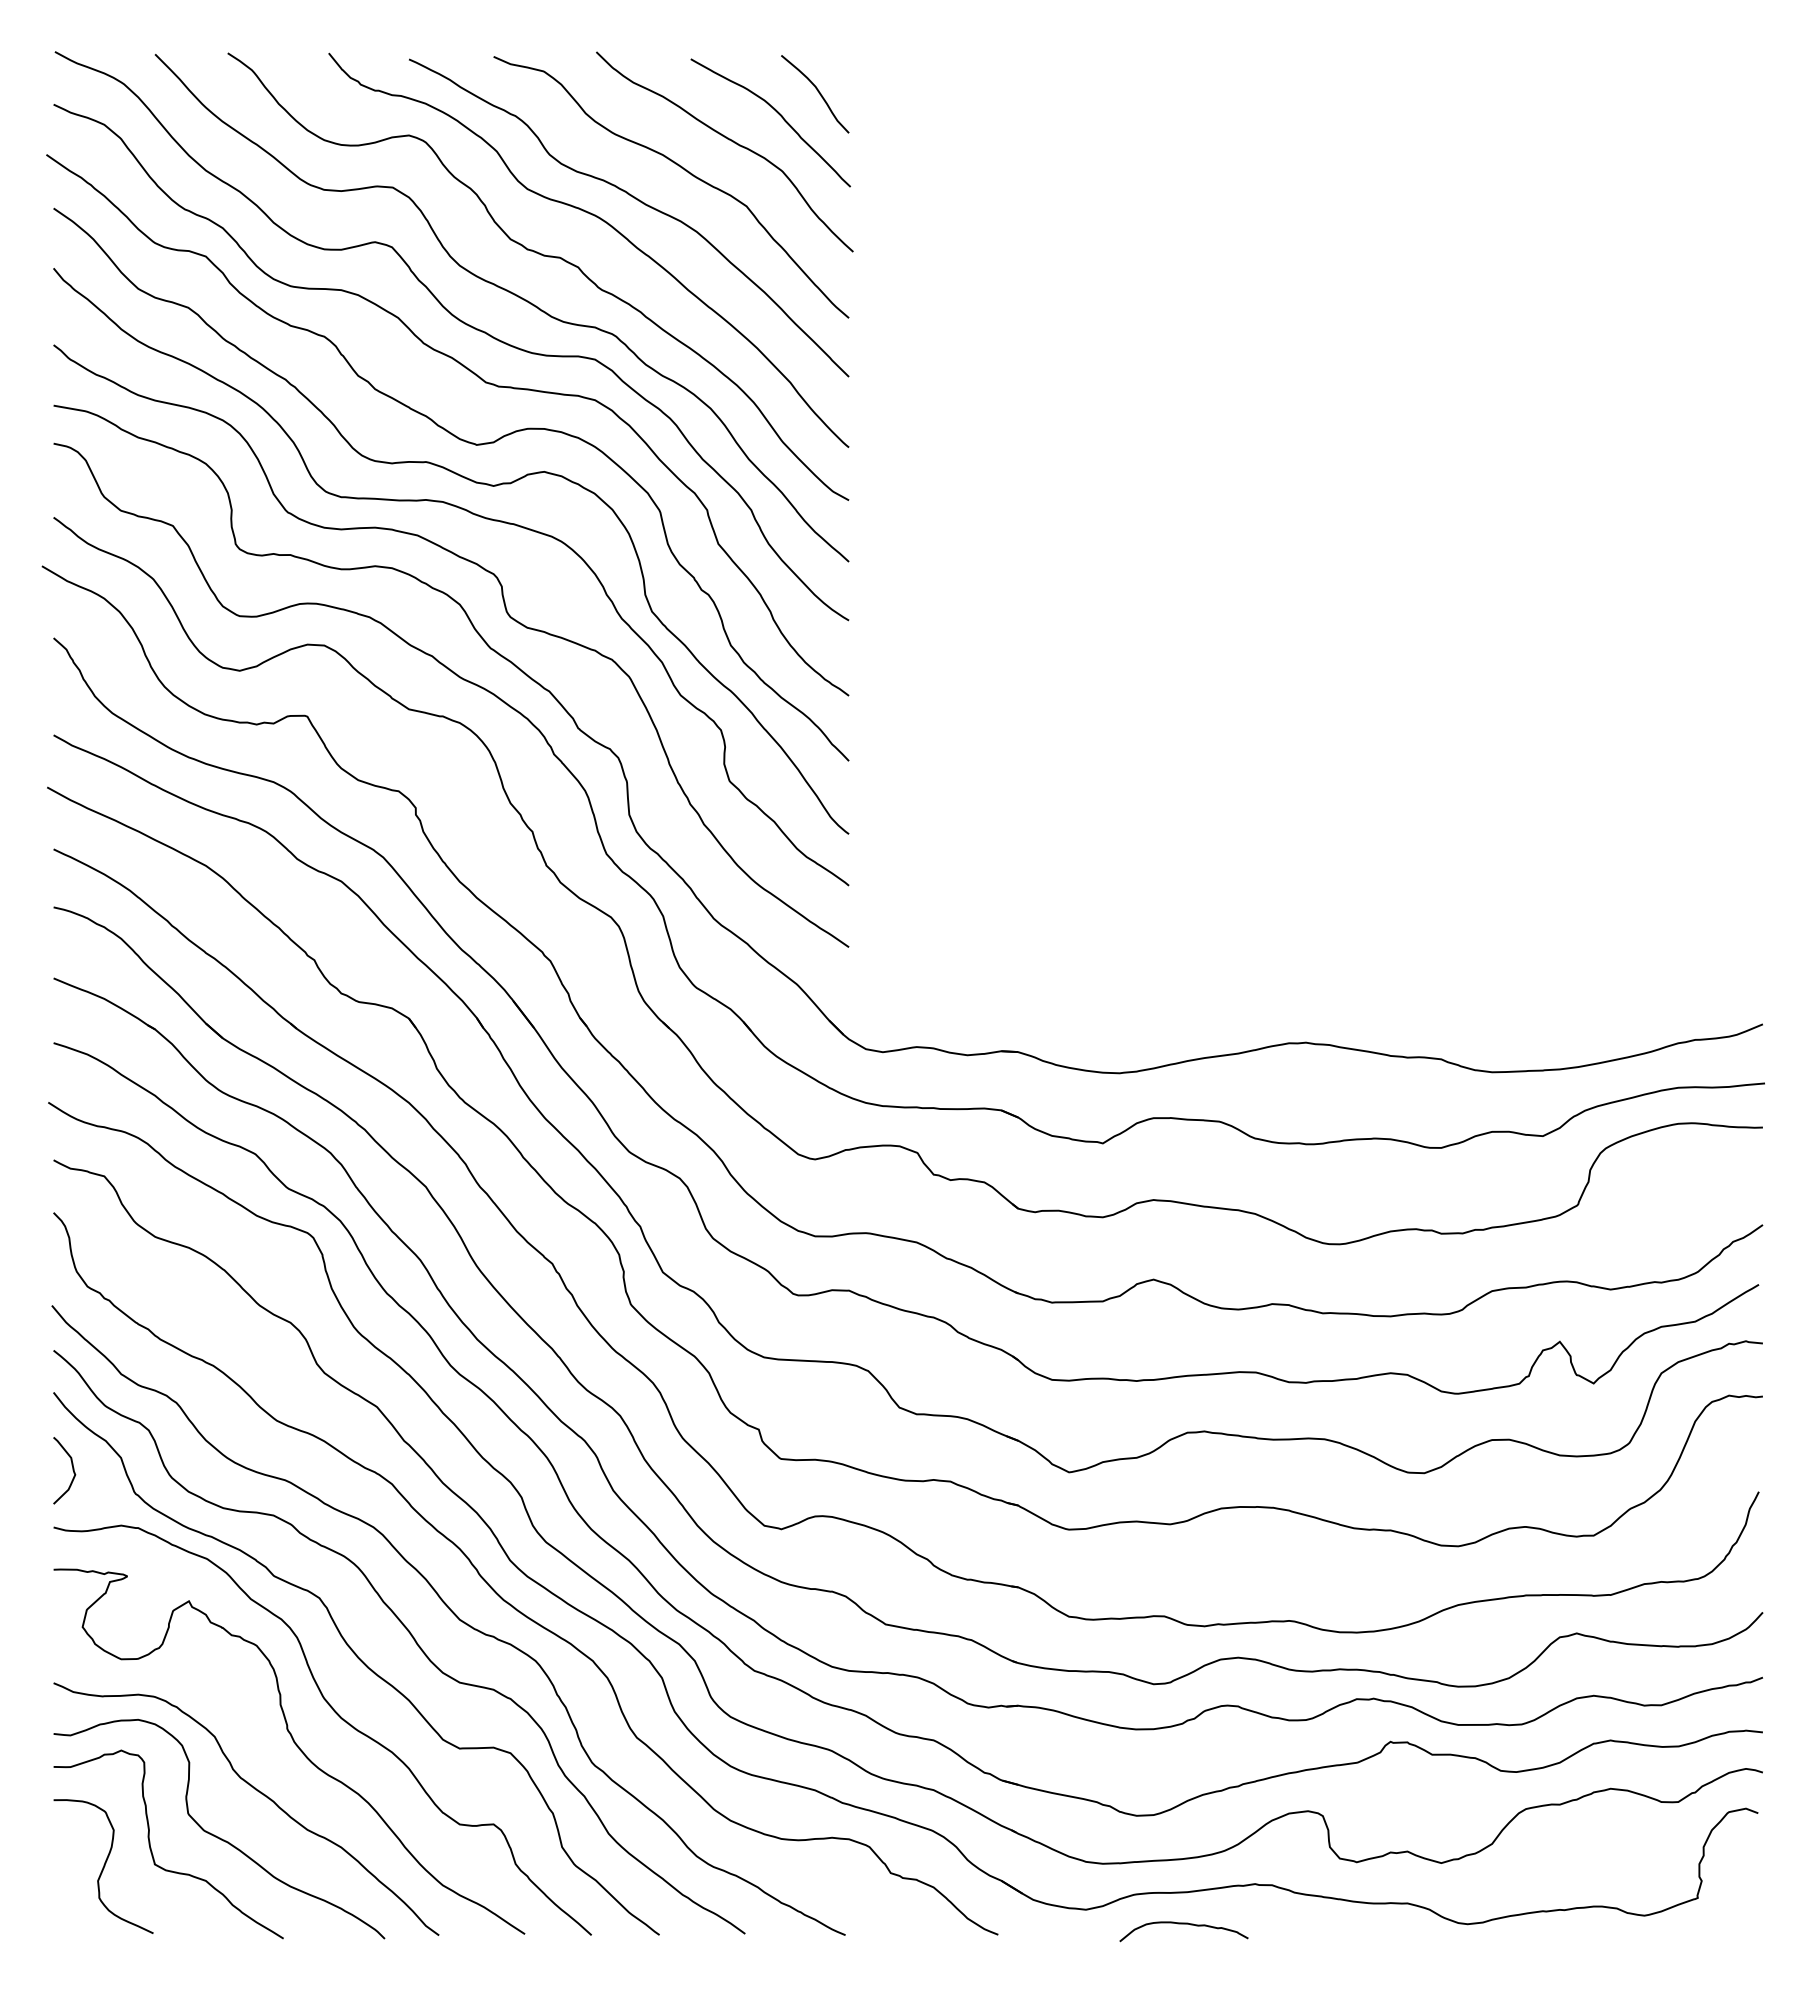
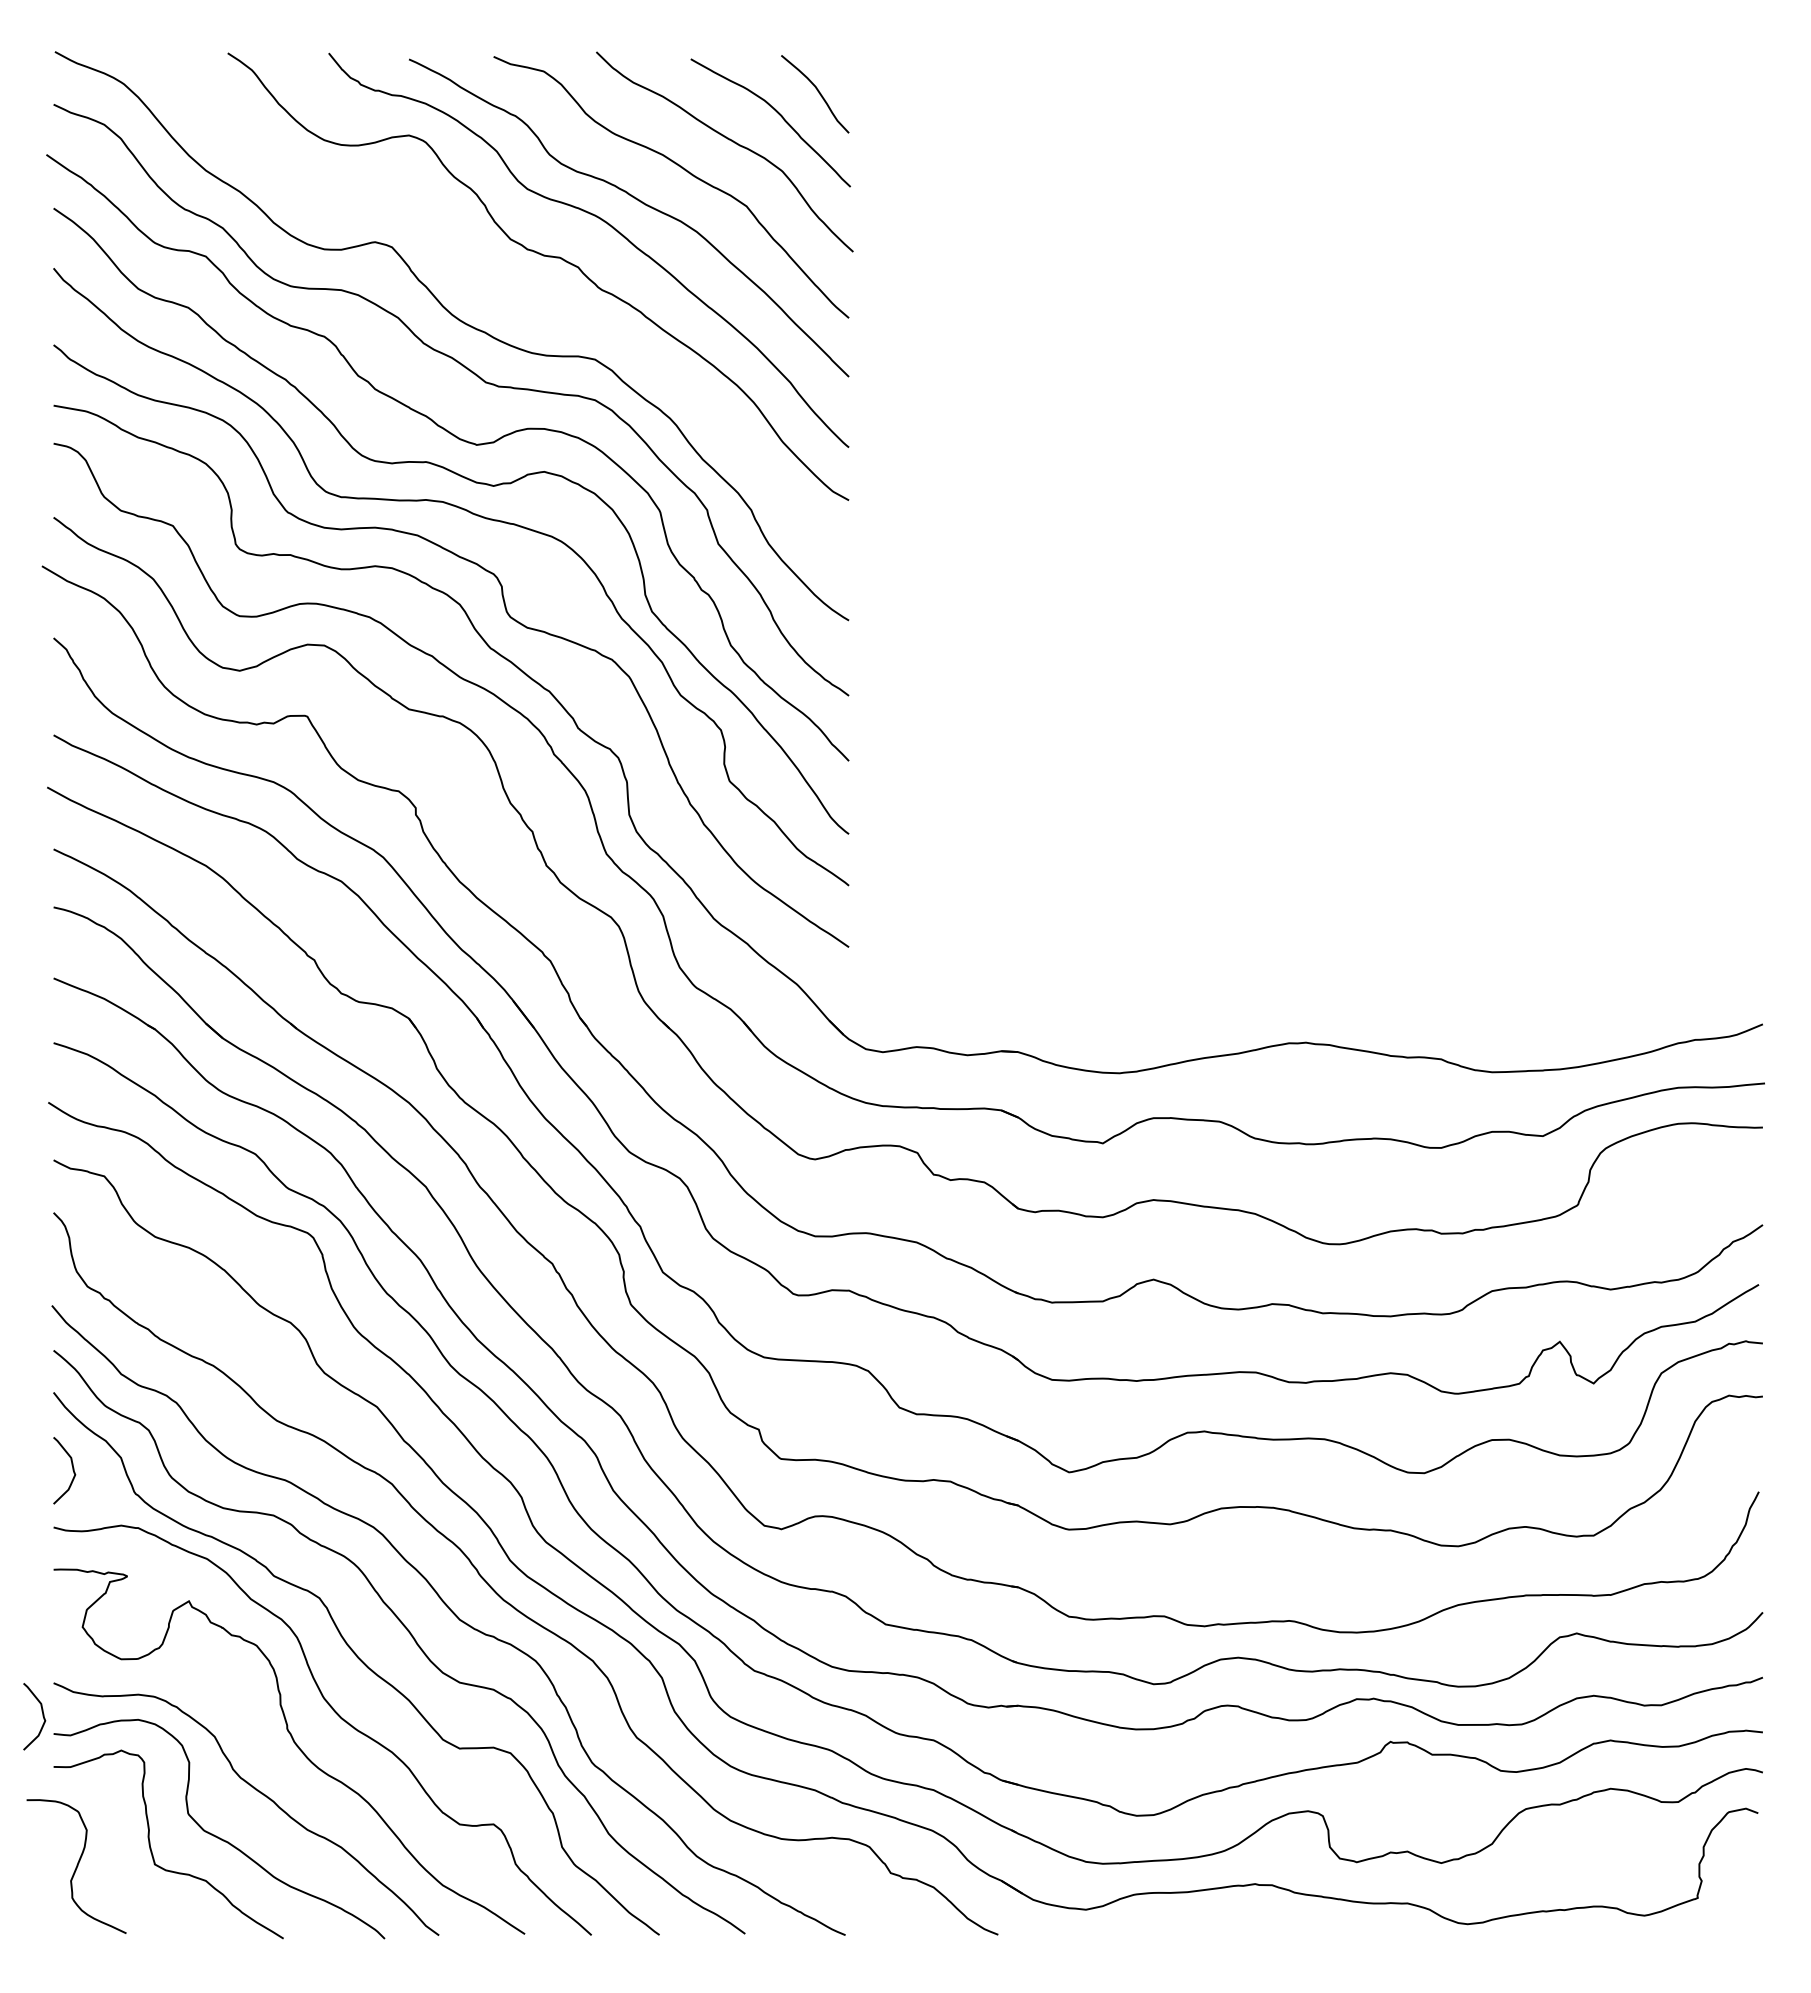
curve at (508, 292): present -> none
curve at (42, 1716): none -> present
curve at (103, 1866) position: (103, 1866) -> (76, 1866)
curve at (1183, 1924): present -> none
